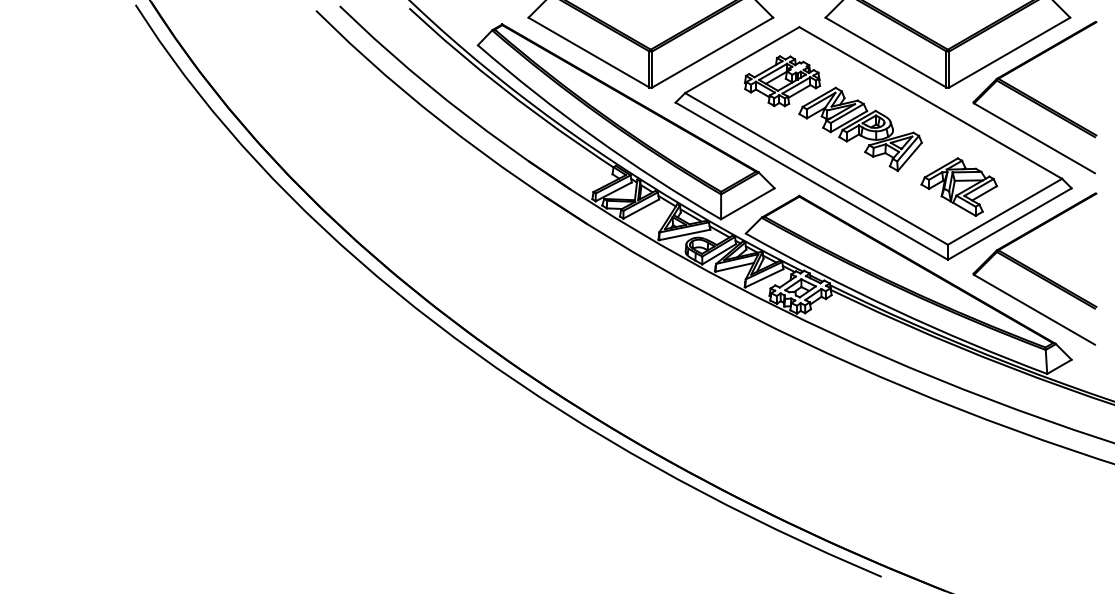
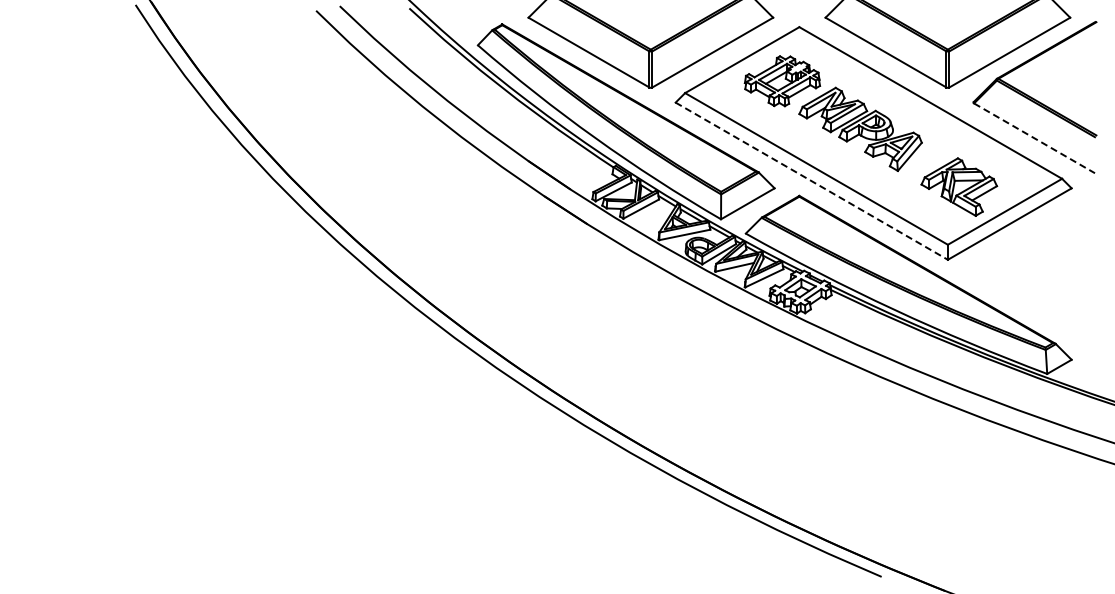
line at (1034, 138): solid -> dashed
line at (812, 181): solid -> dashed
part at (1034, 268): present -> none
